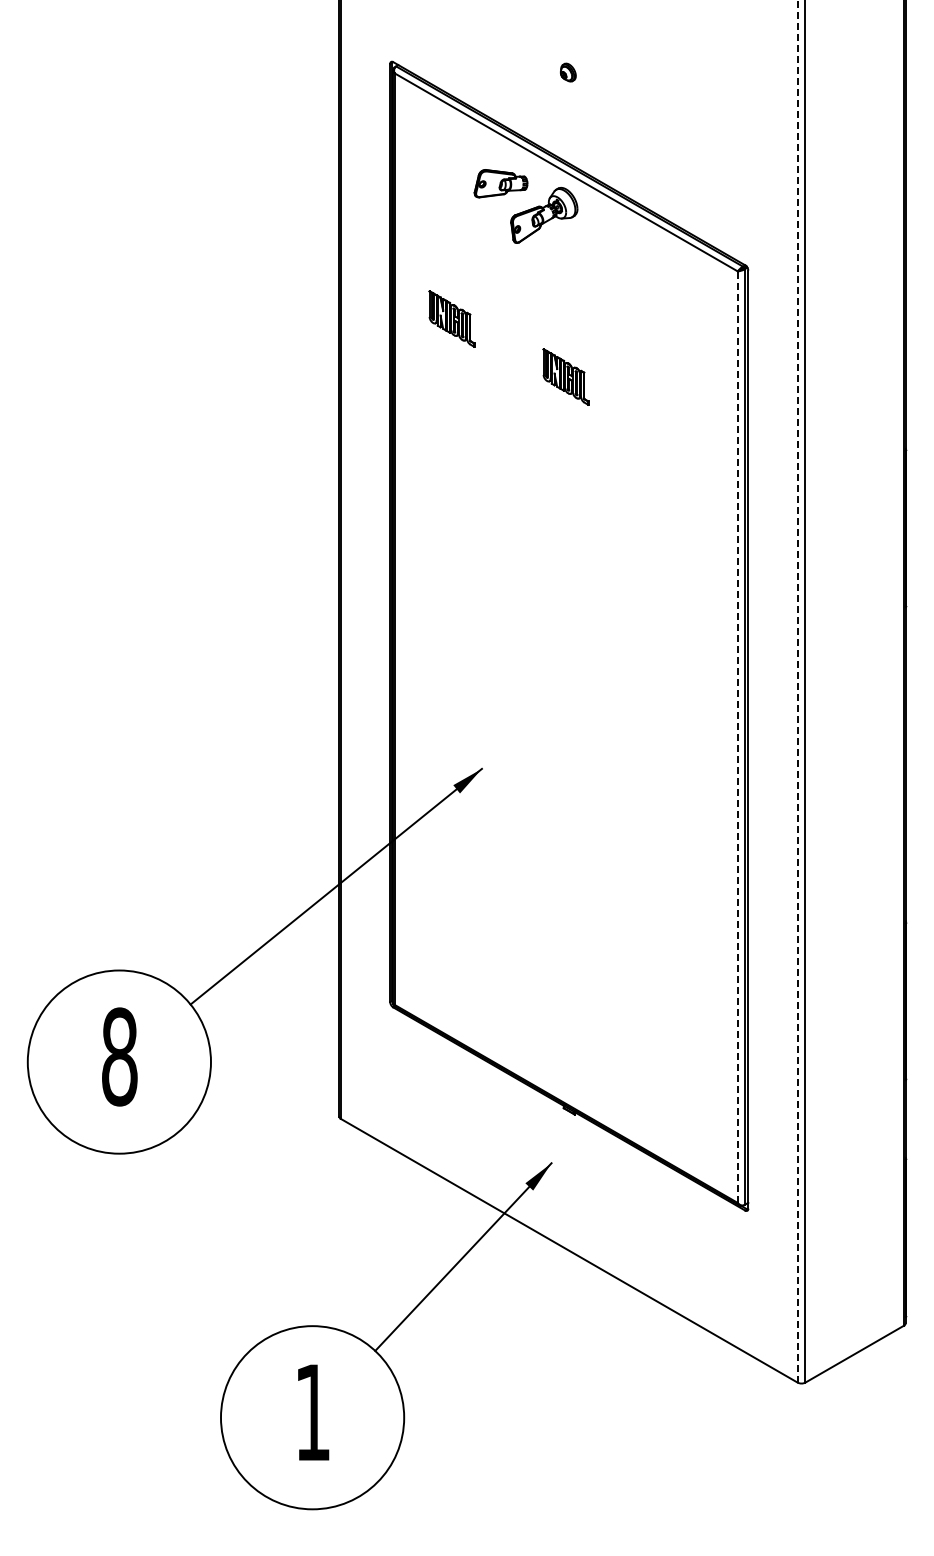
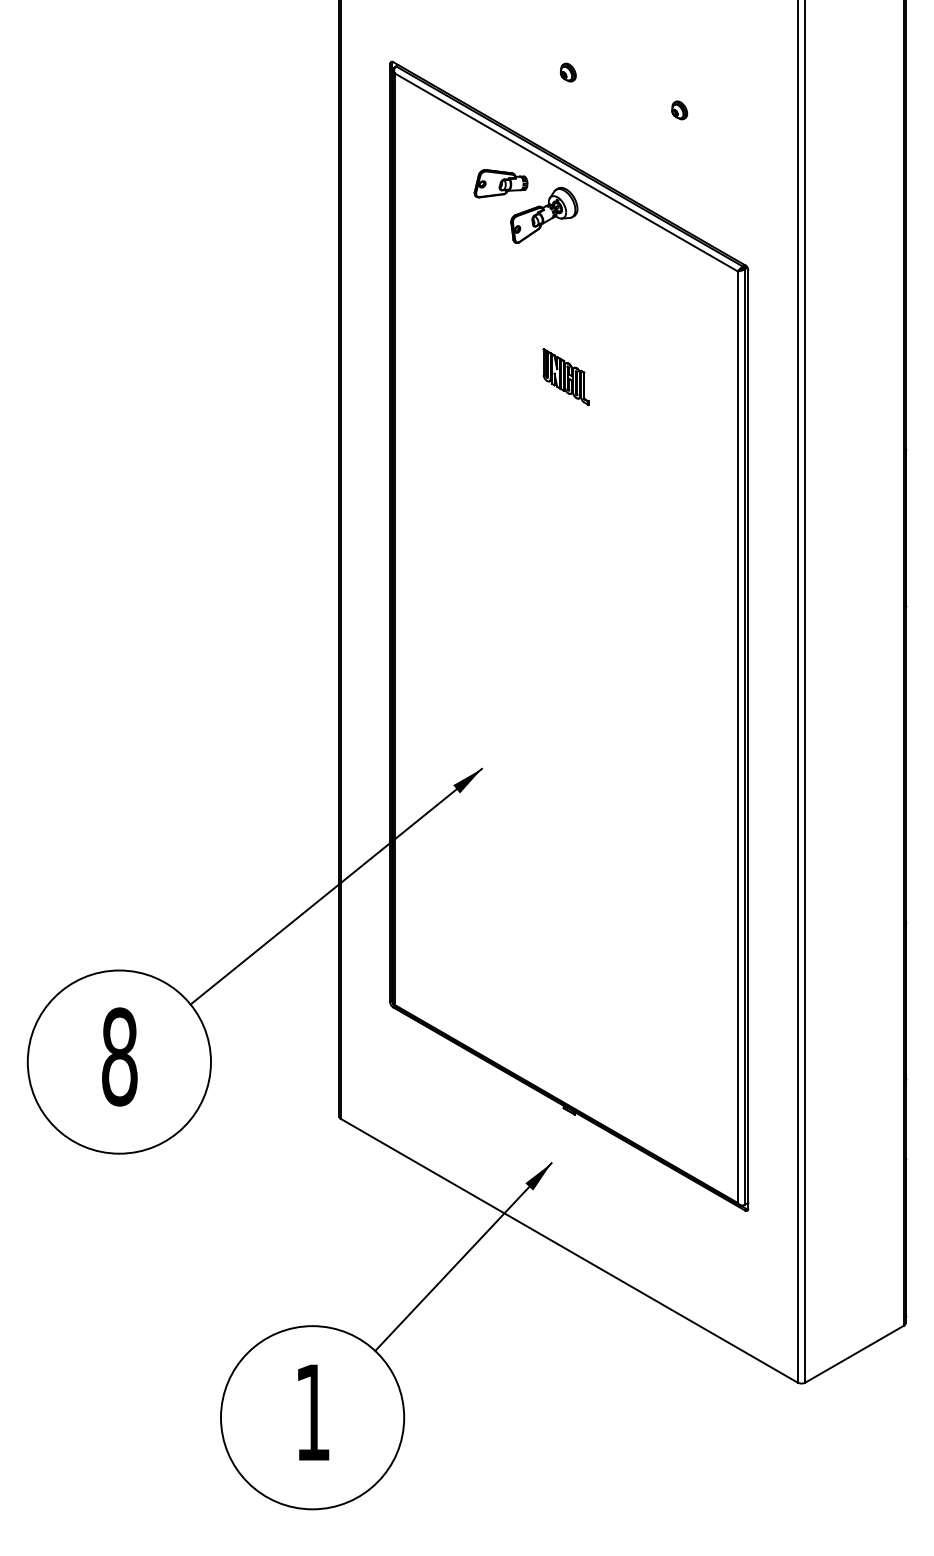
part at (679, 110): none -> present
part at (451, 318): present -> none
line at (797, 690): dashed -> solid
line at (737, 737): dashed -> solid
